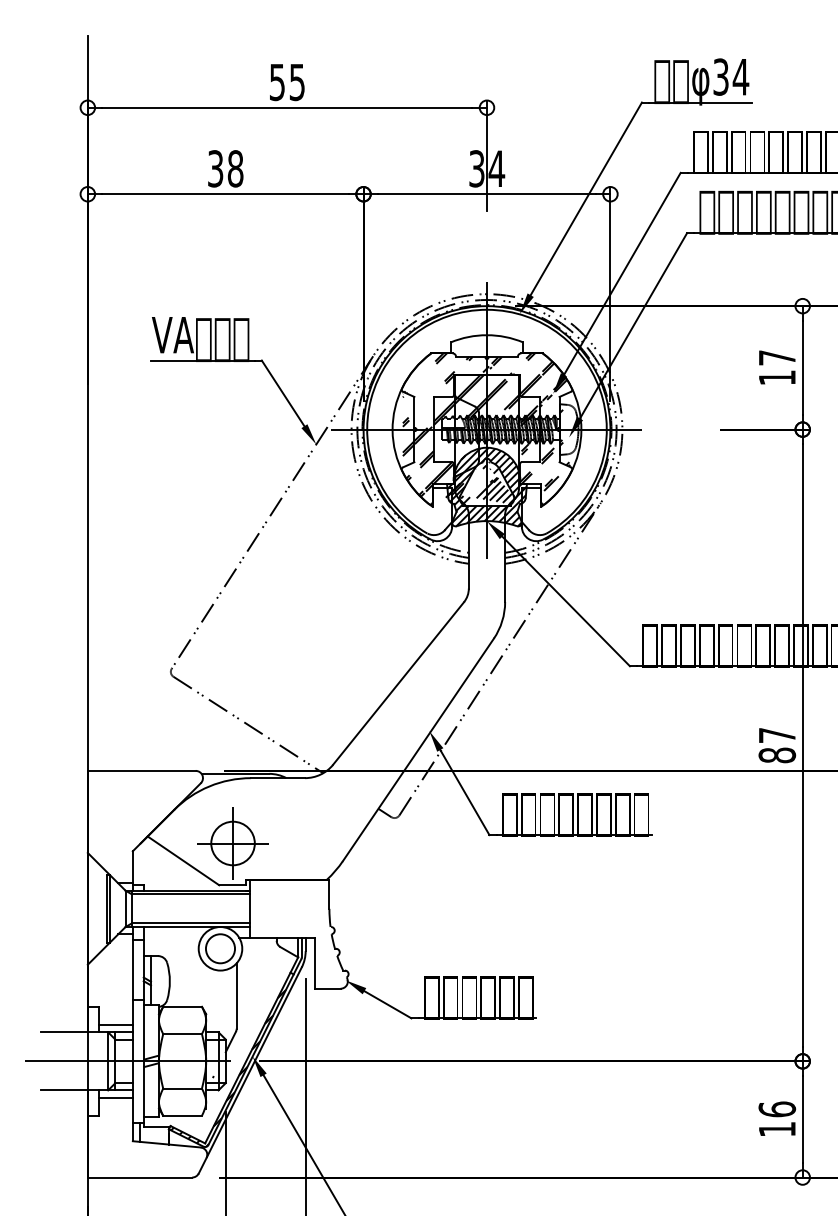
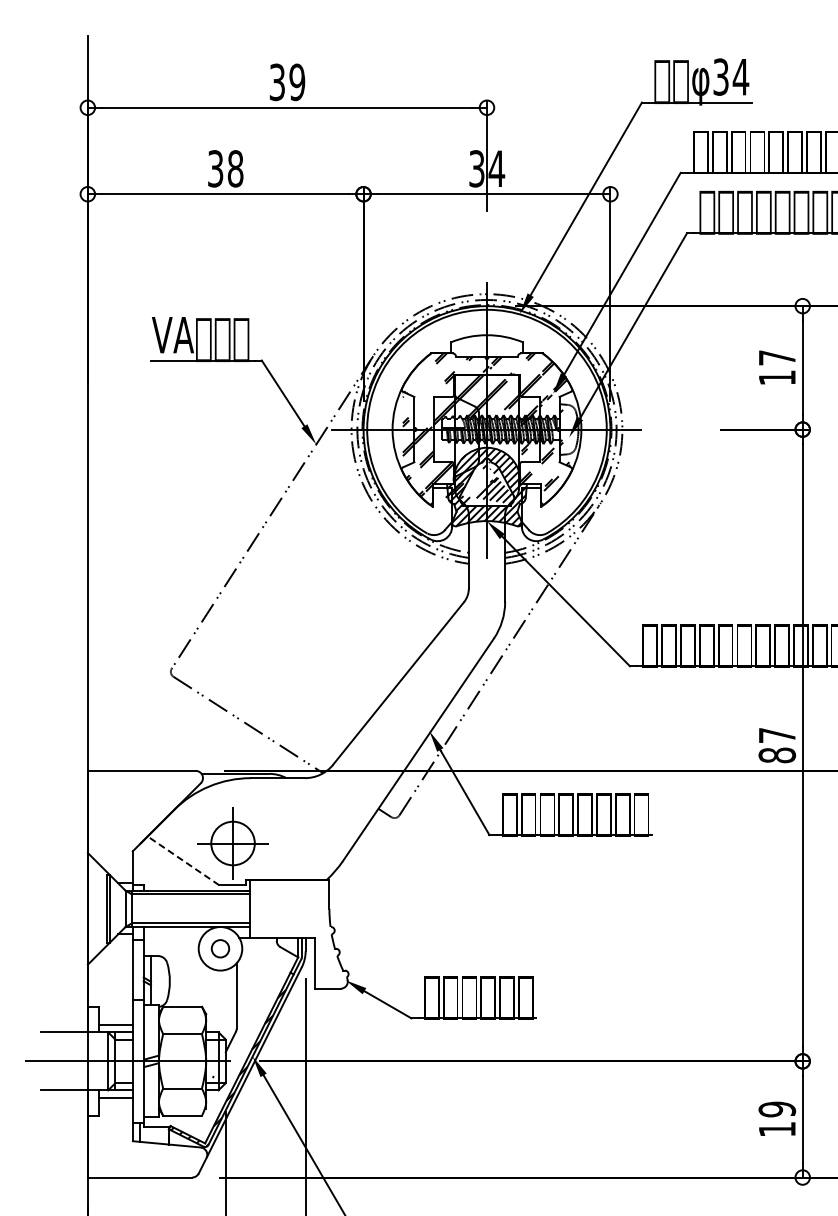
text at (287, 81): 55 -> 39
line at (183, 860): solid -> dashed
circle at (220, 948) diameter: 29 px -> 17 px
text at (777, 1109): 16 -> 19
